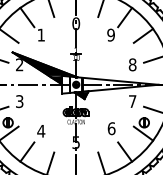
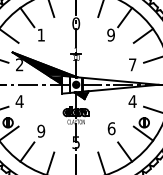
text at (132, 64): 8 -> 7
text at (19, 101): 3 -> 4
text at (132, 101): 7 -> 4
text at (41, 130): 4 -> 9
